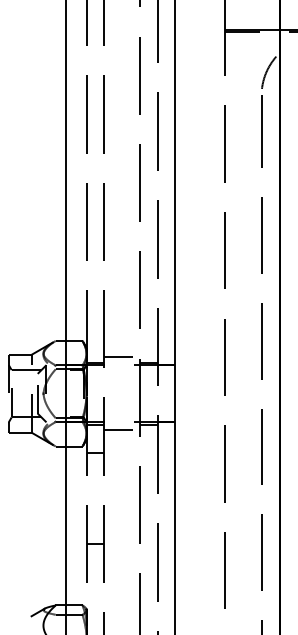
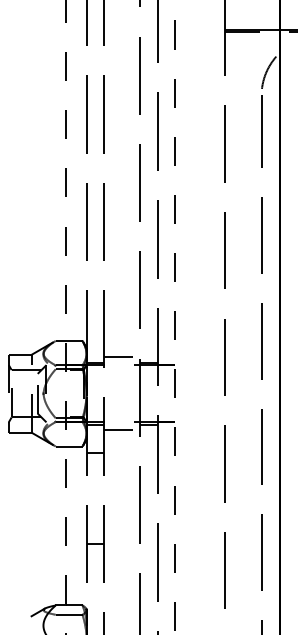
line at (174, 316): solid -> dashed
line at (65, 317): solid -> dashed
